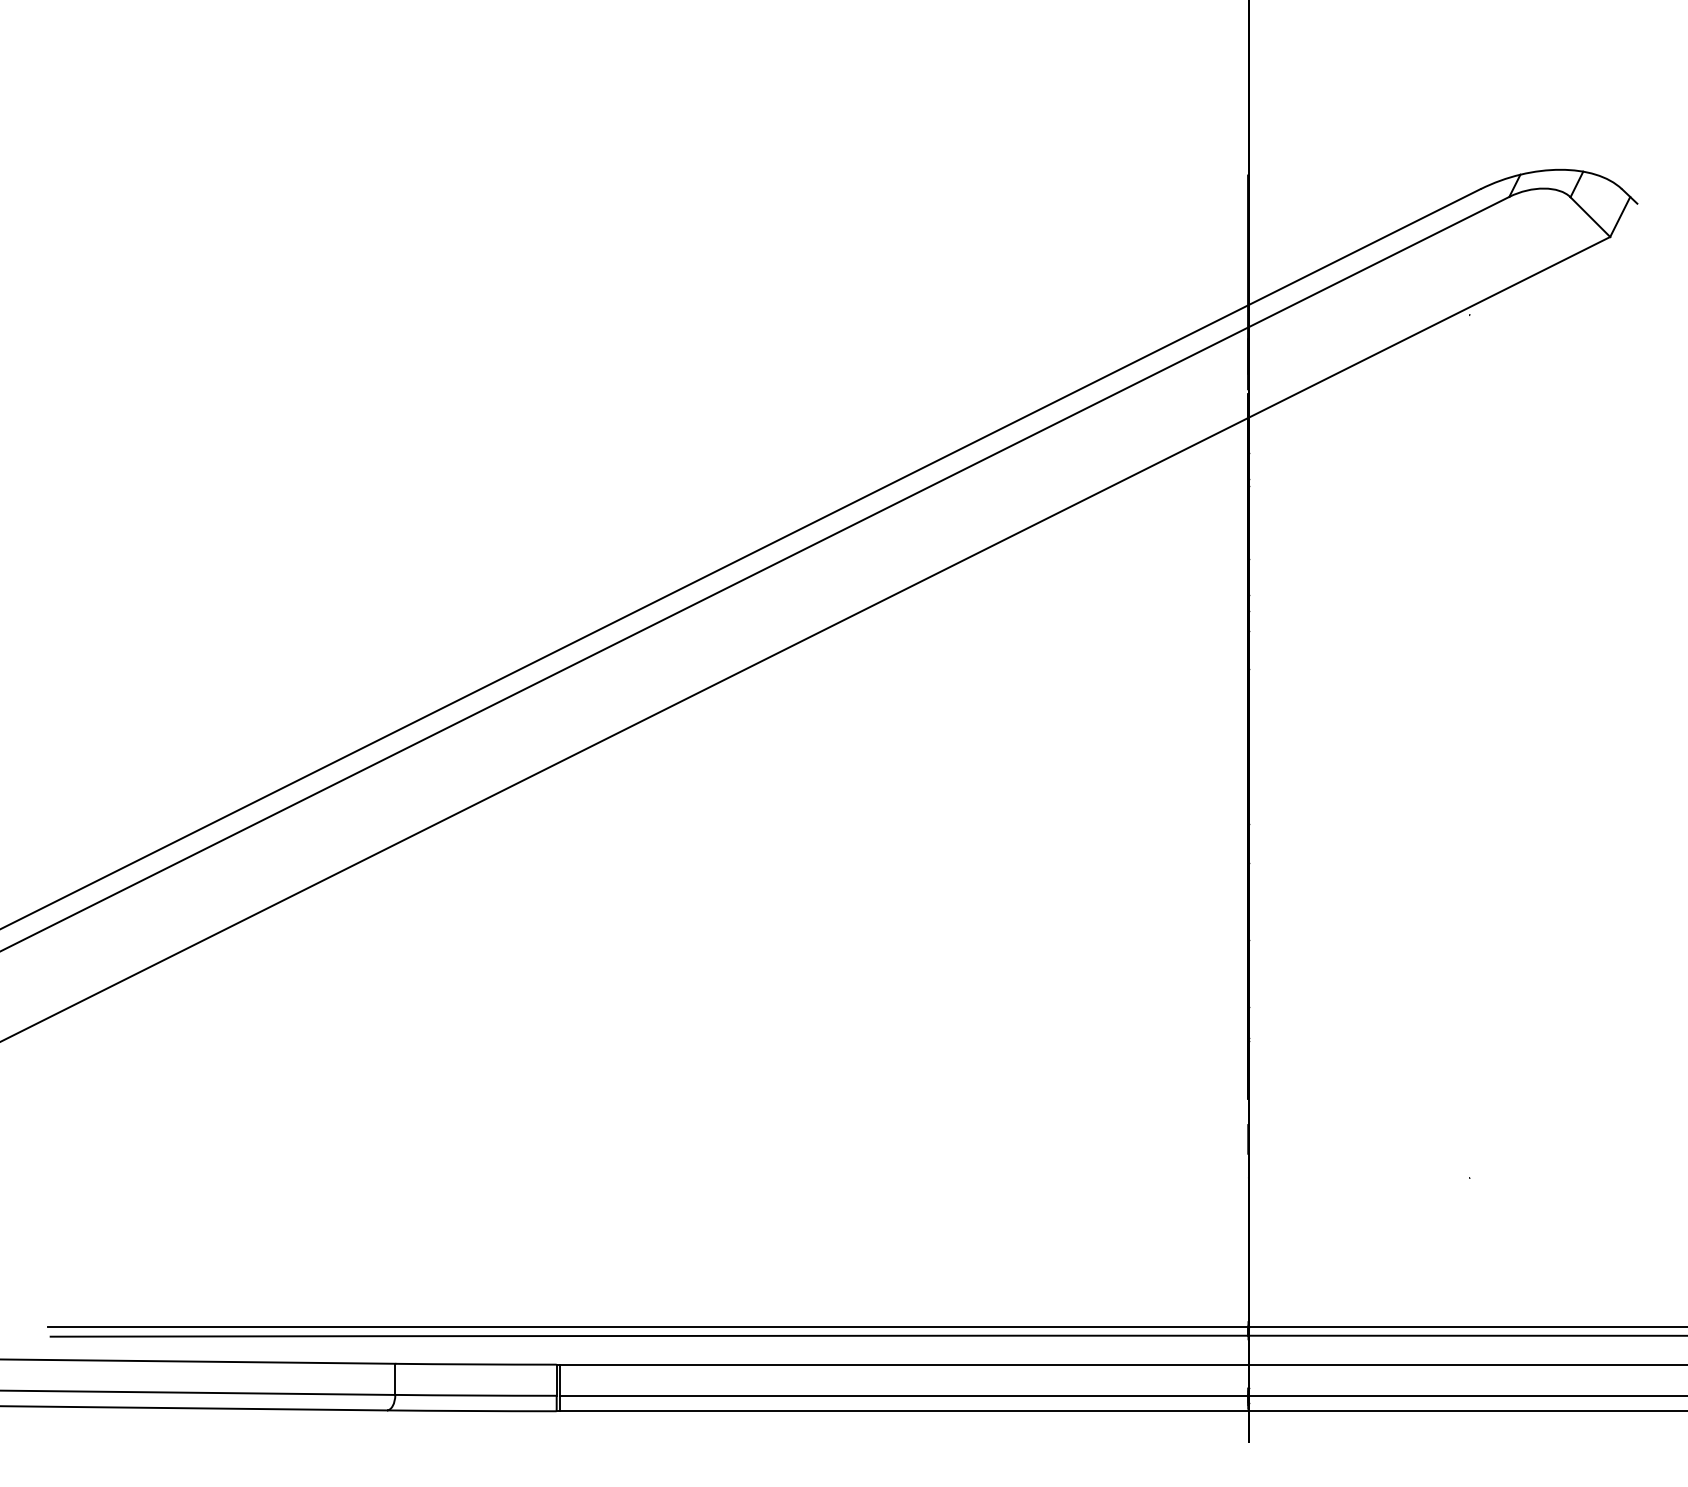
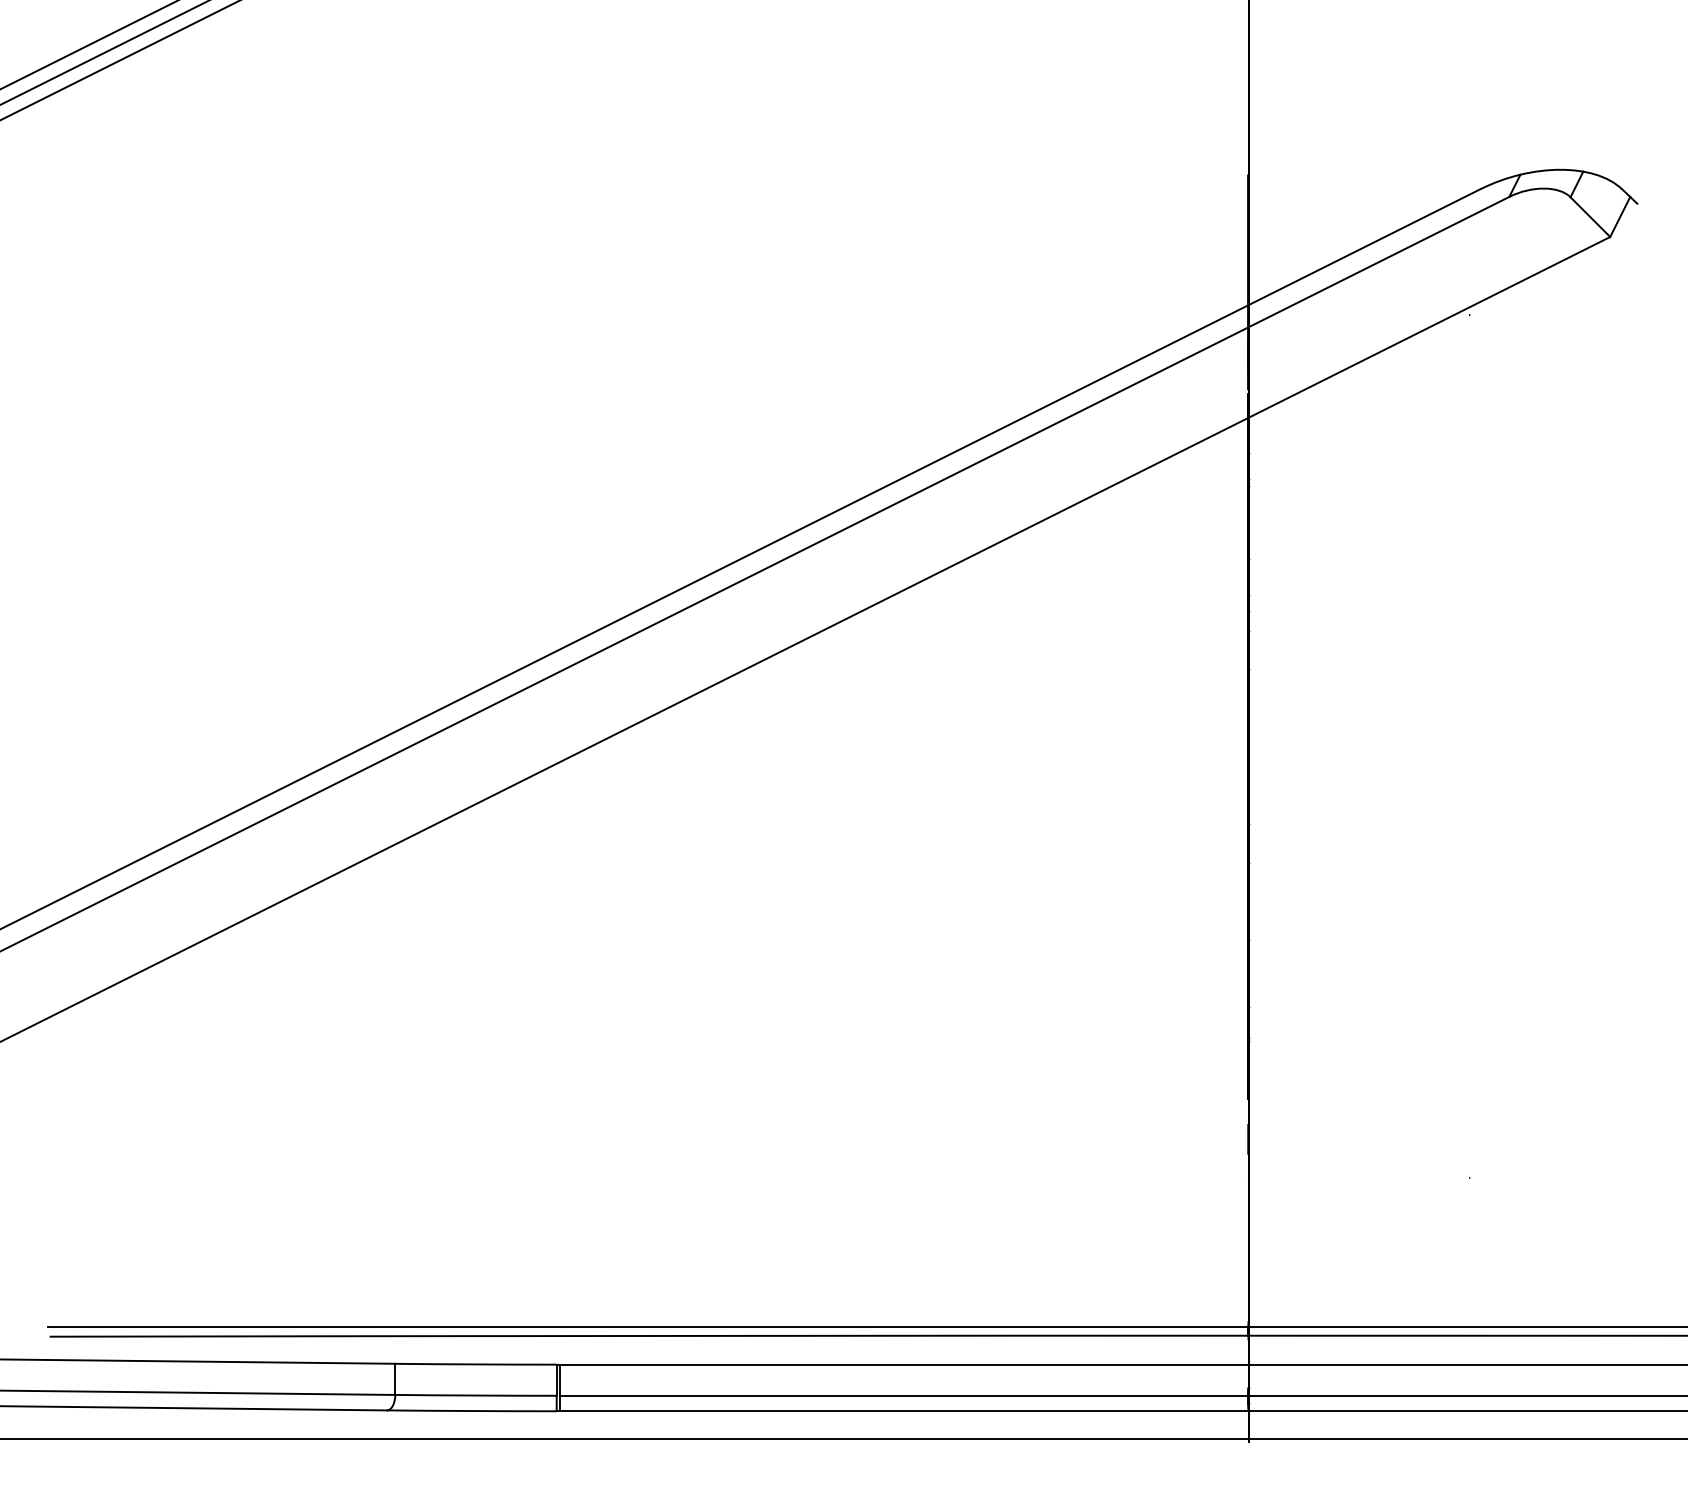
line at (88, 45): none -> present
line at (104, 52): none -> present
line at (119, 60): none -> present
line at (843, 1439): none -> present
